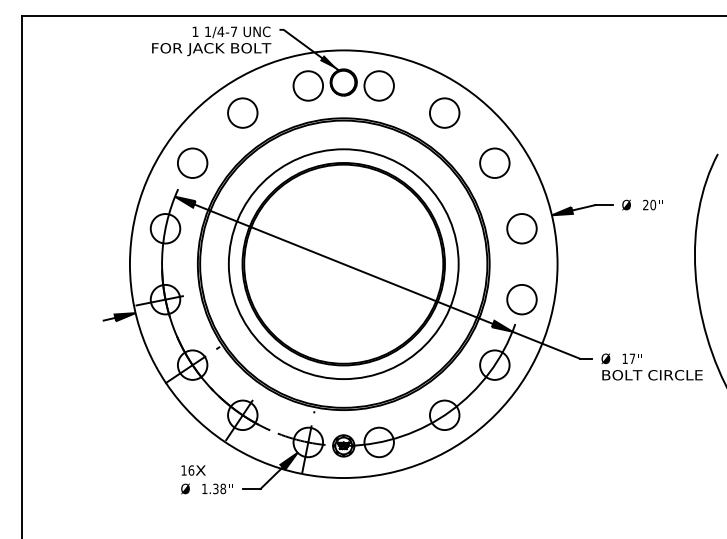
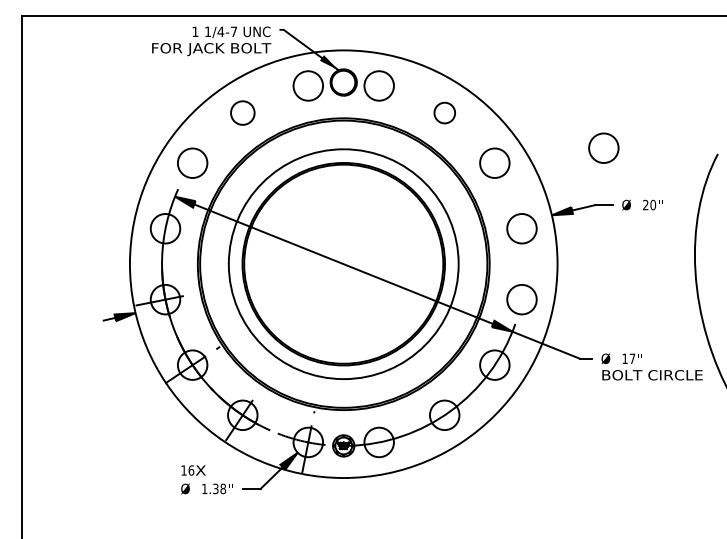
circle at (242, 112) size: 32x32 px -> 26x26 px
circle at (444, 112) size: 32x32 px -> 23x24 px
circle at (603, 147): none -> present
